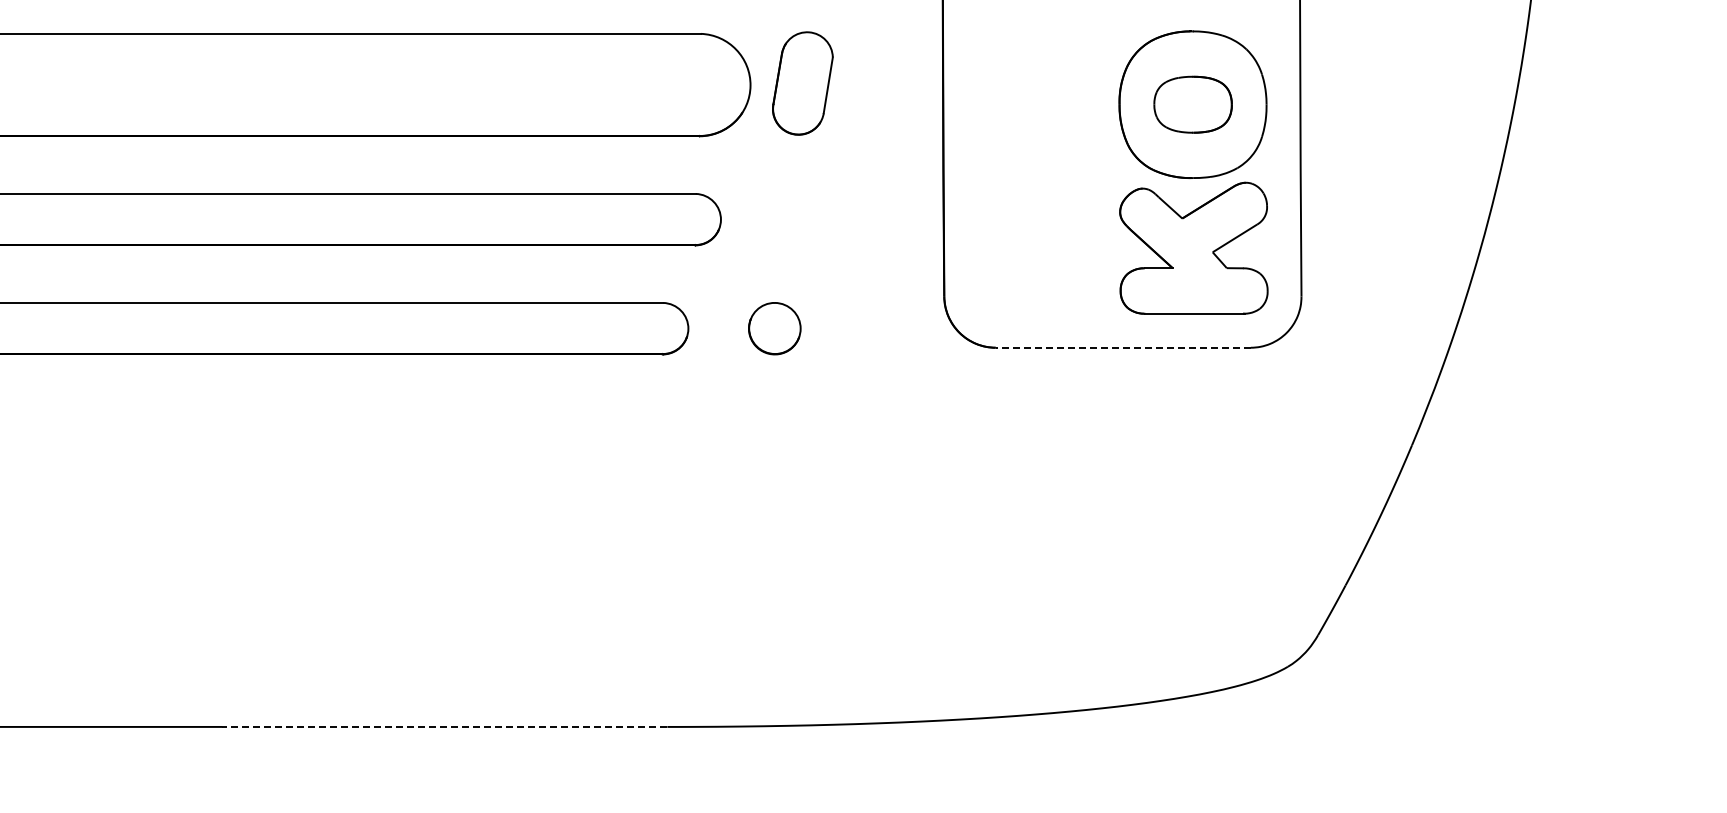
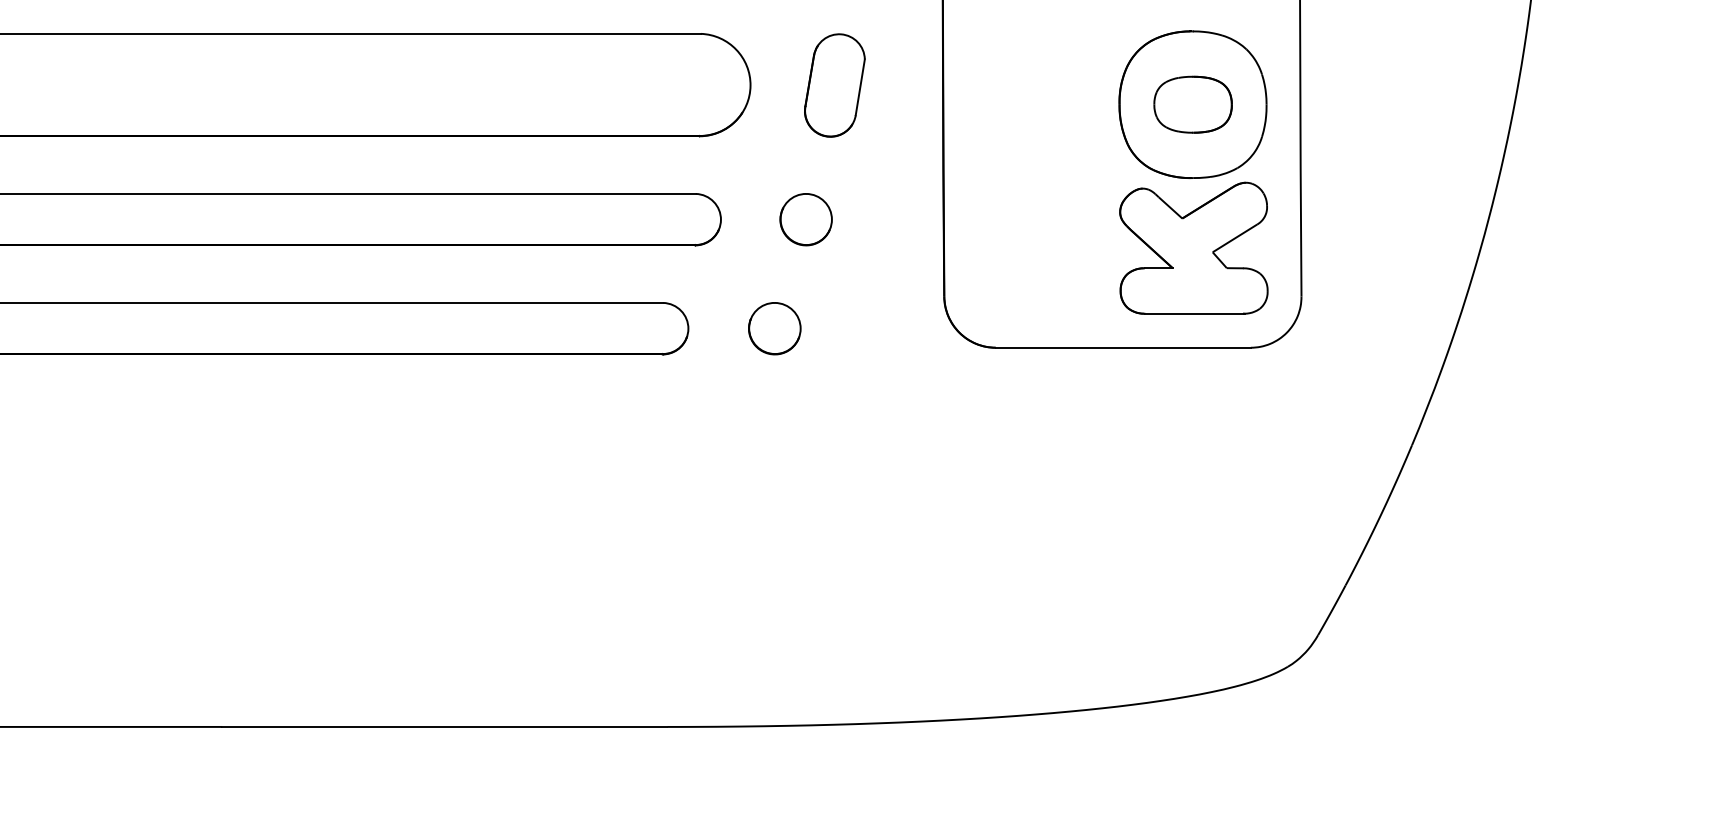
part at (802, 83) position: (802, 83) -> (834, 85)
part at (805, 219): none -> present
line at (1123, 347): dashed -> solid
line at (444, 726): dashed -> solid
